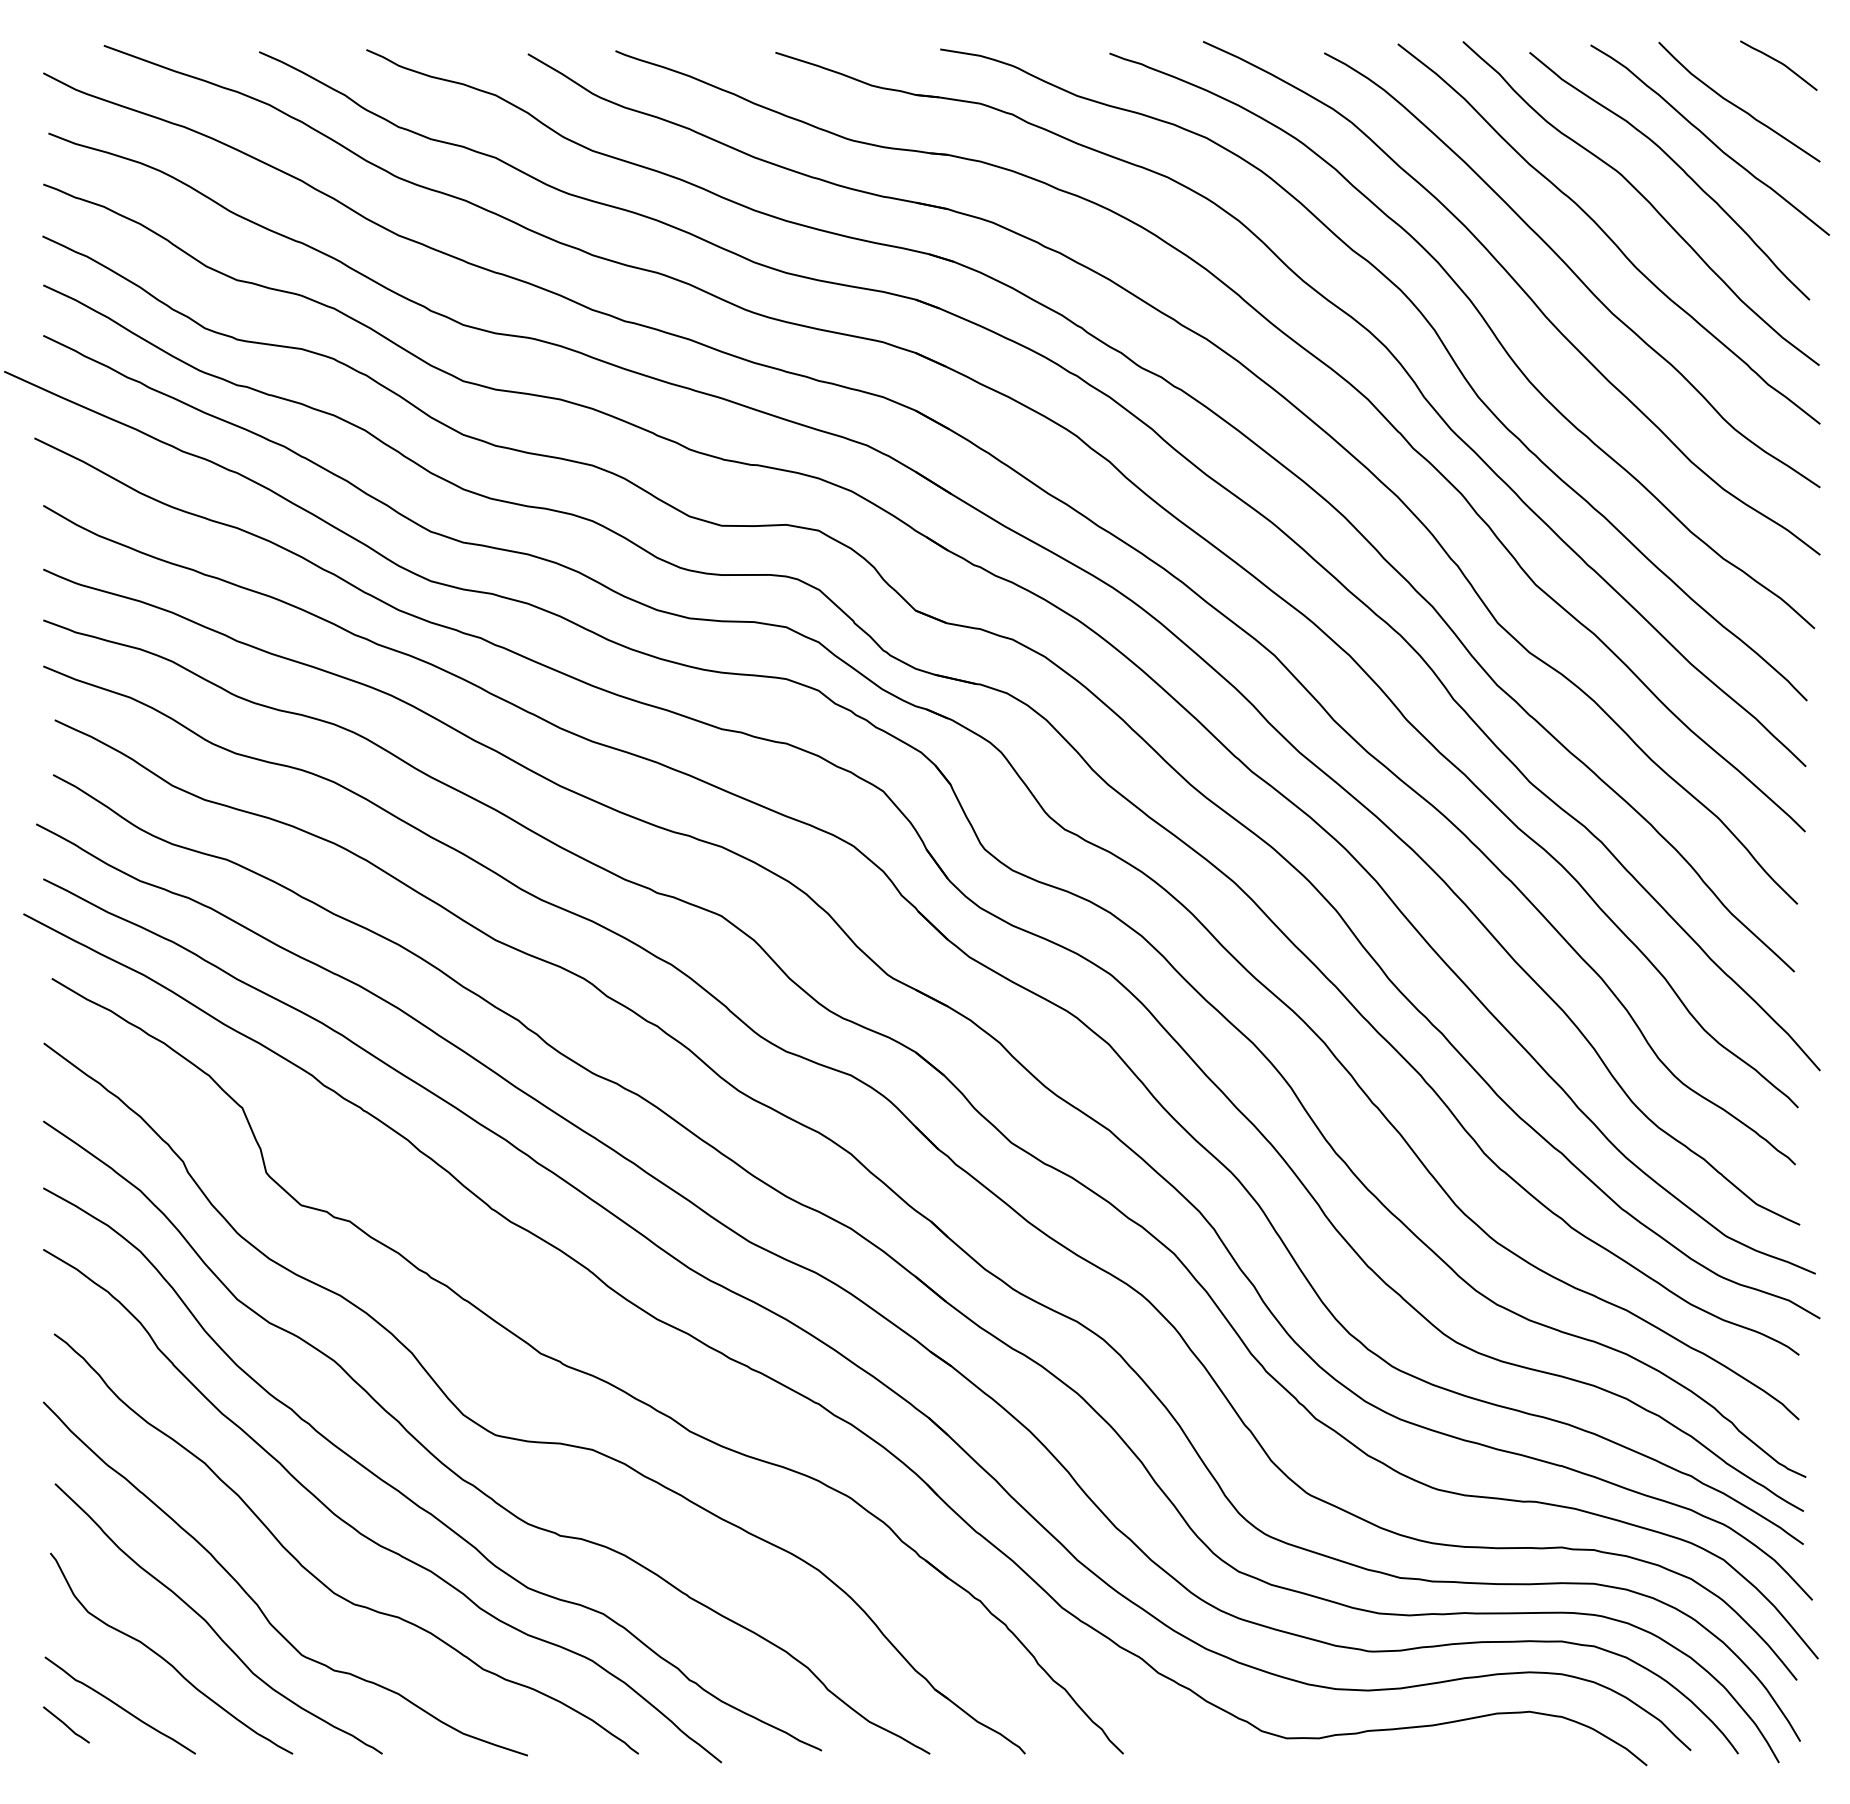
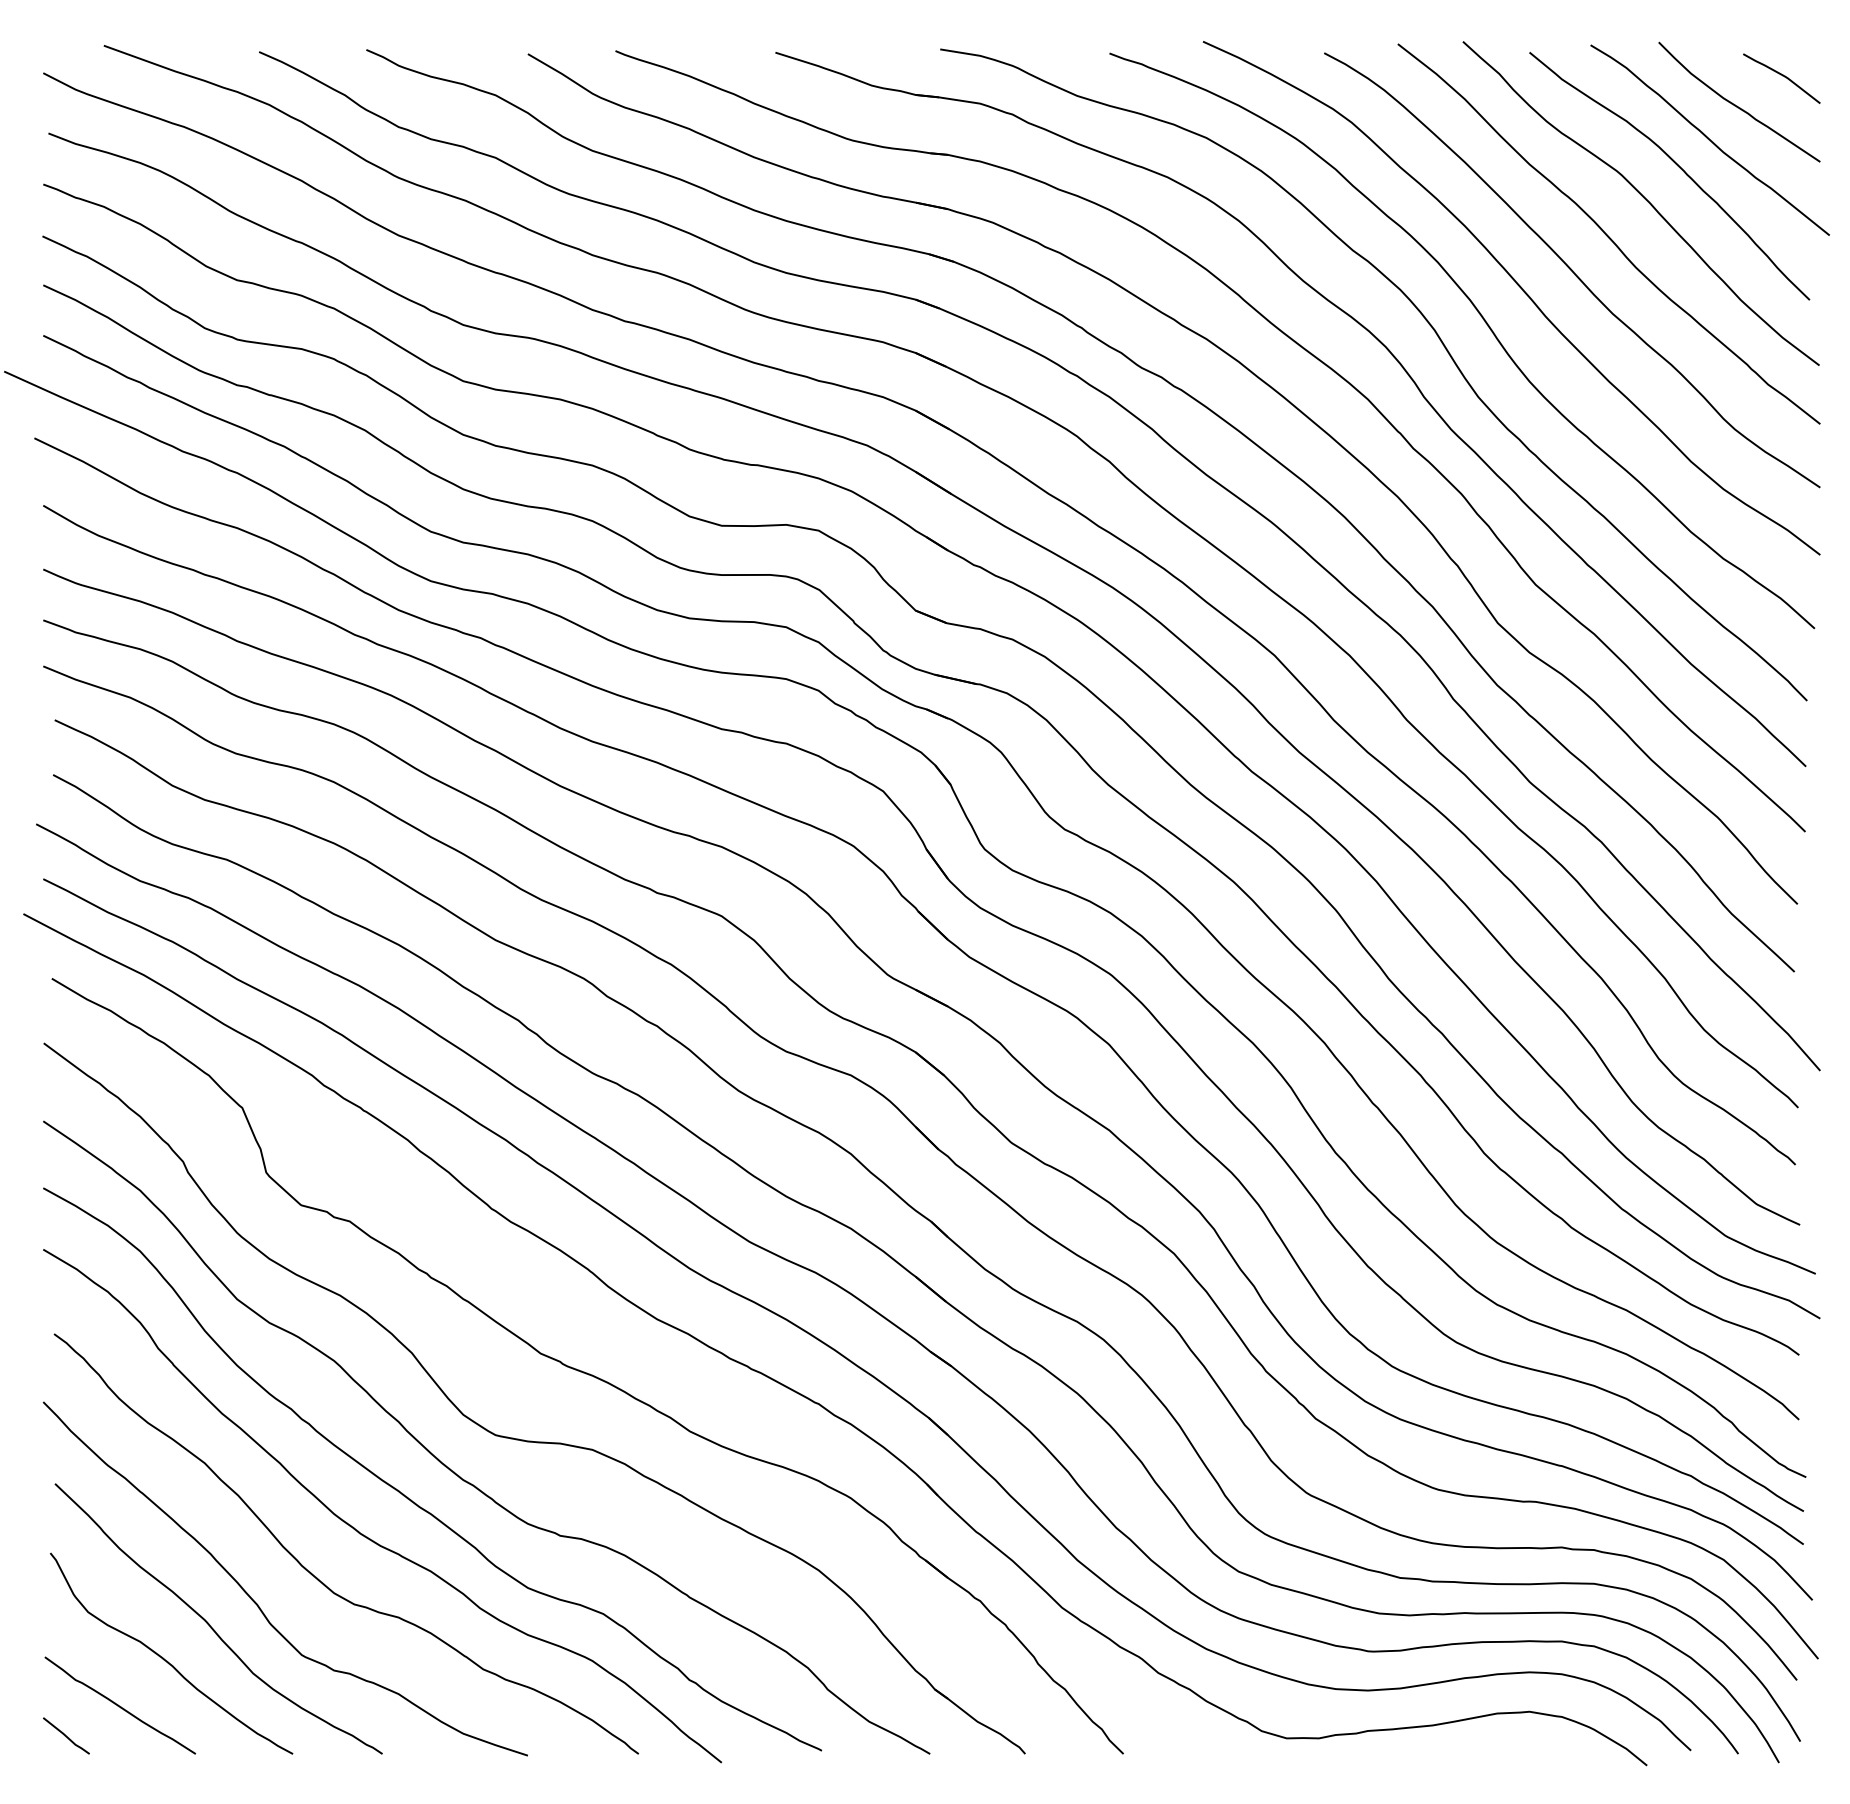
curve at (1779, 63) position: (1779, 63) -> (1782, 76)
line at (66, 1724) position: (66, 1724) -> (66, 1735)
